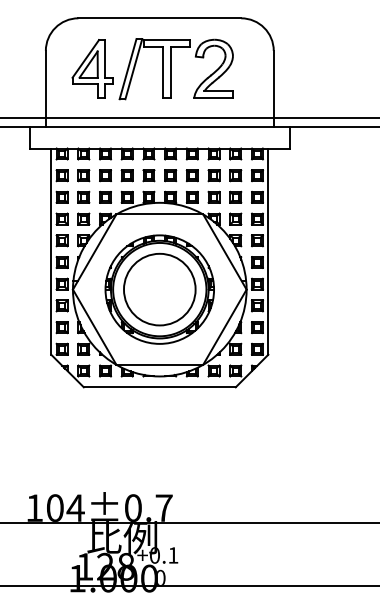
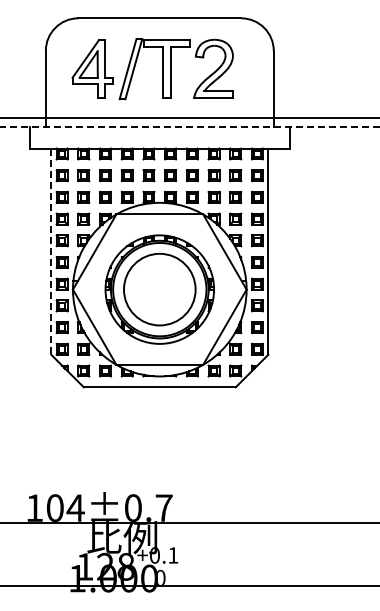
line at (190, 126): solid -> dashed
line at (51, 252): solid -> dashed
